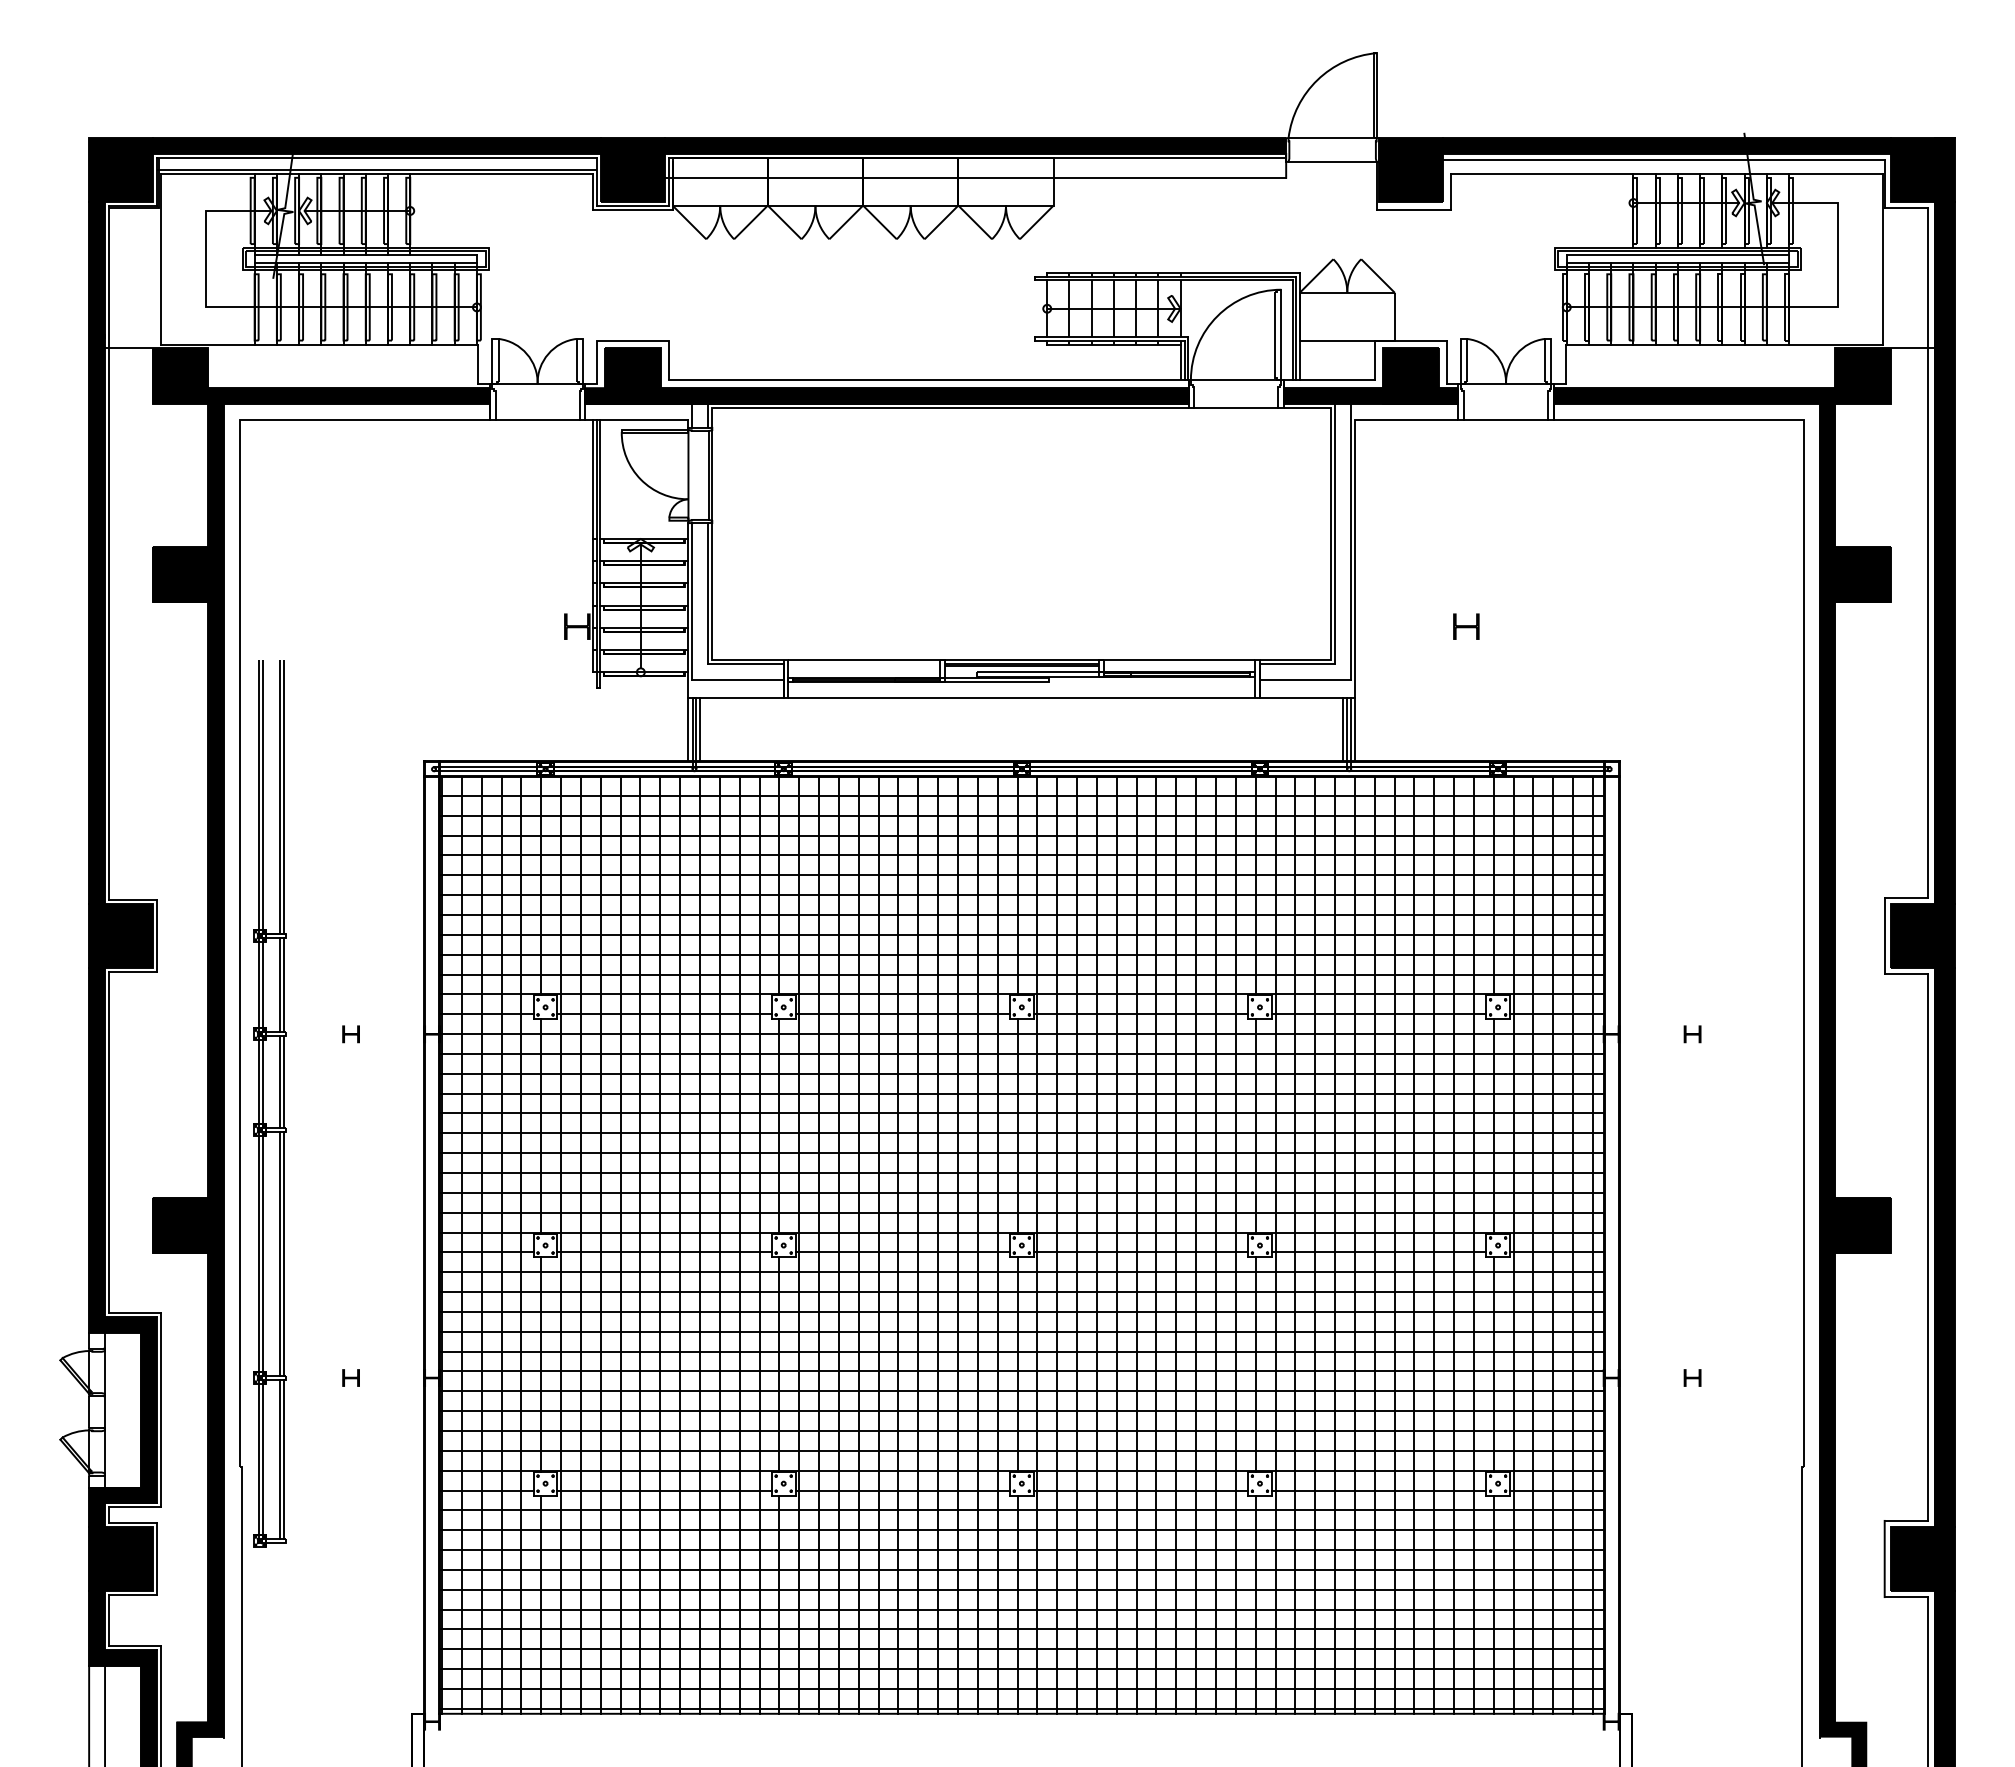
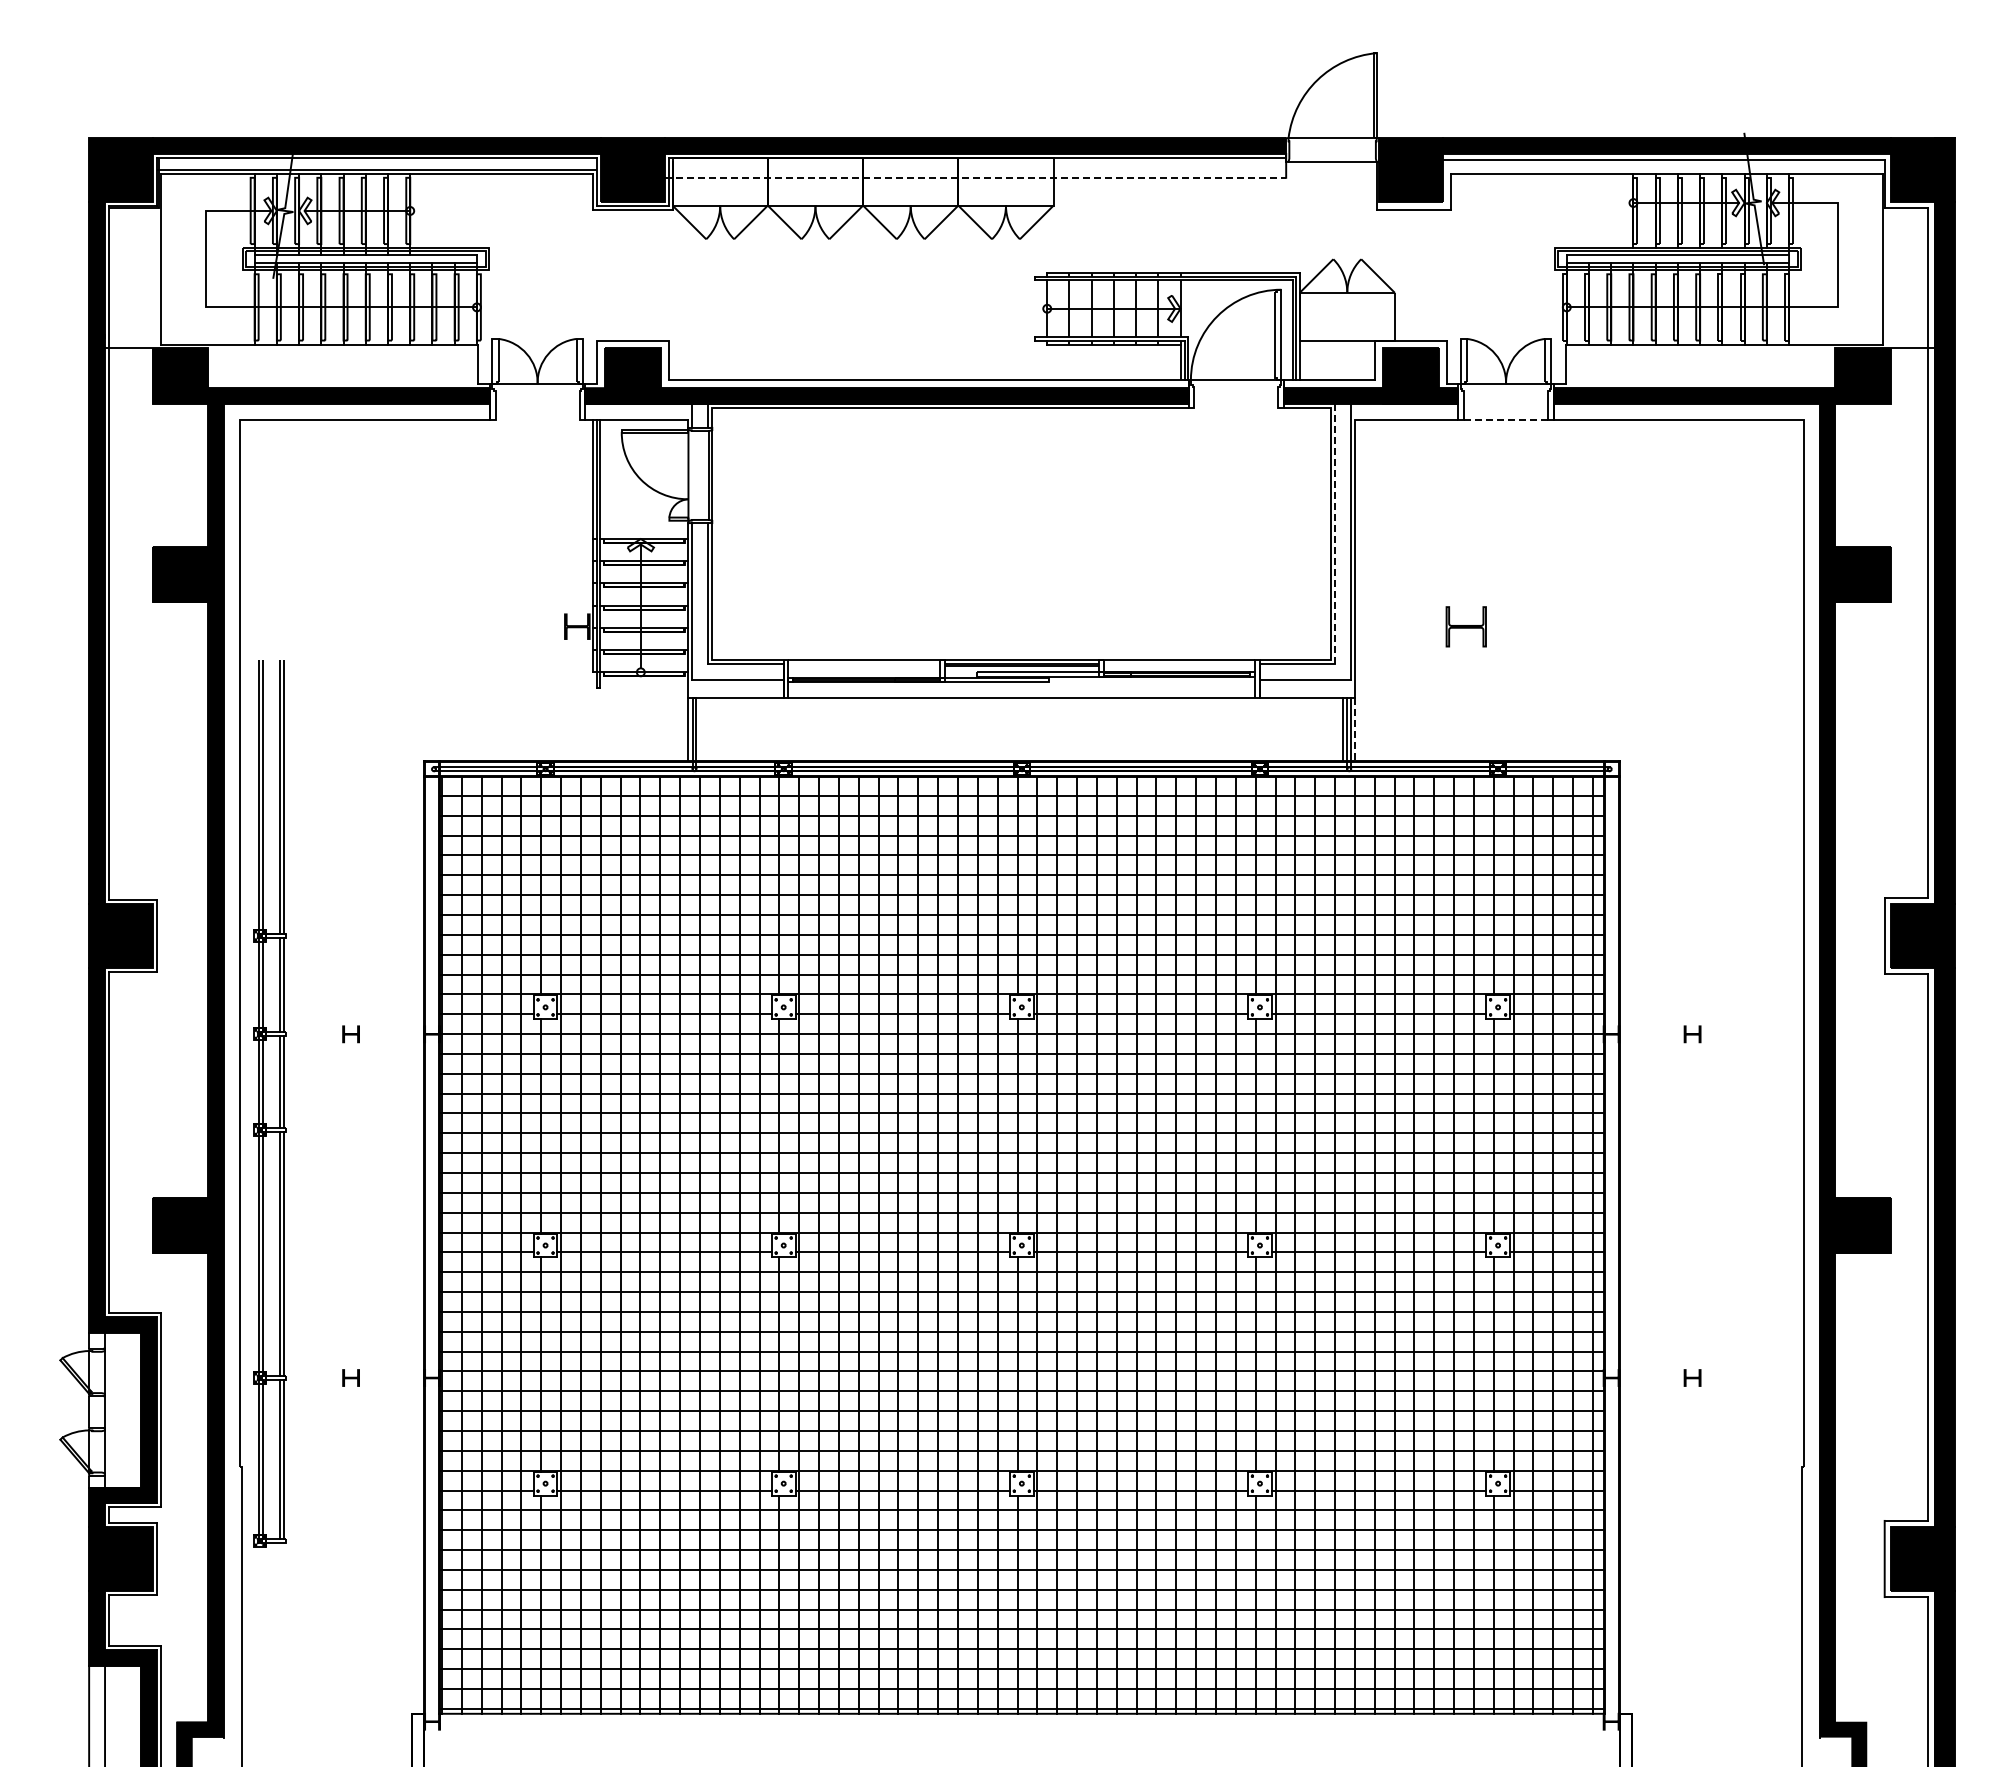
line at (975, 177): solid -> dashed
line at (1236, 408): present -> none
line at (537, 419): present -> none
line at (1506, 419): solid -> dashed
line at (1335, 534): solid -> dashed
part at (1466, 626) size: 27x27 px -> 42x42 px
line at (700, 729): present -> none
line at (1355, 729): solid -> dashed
